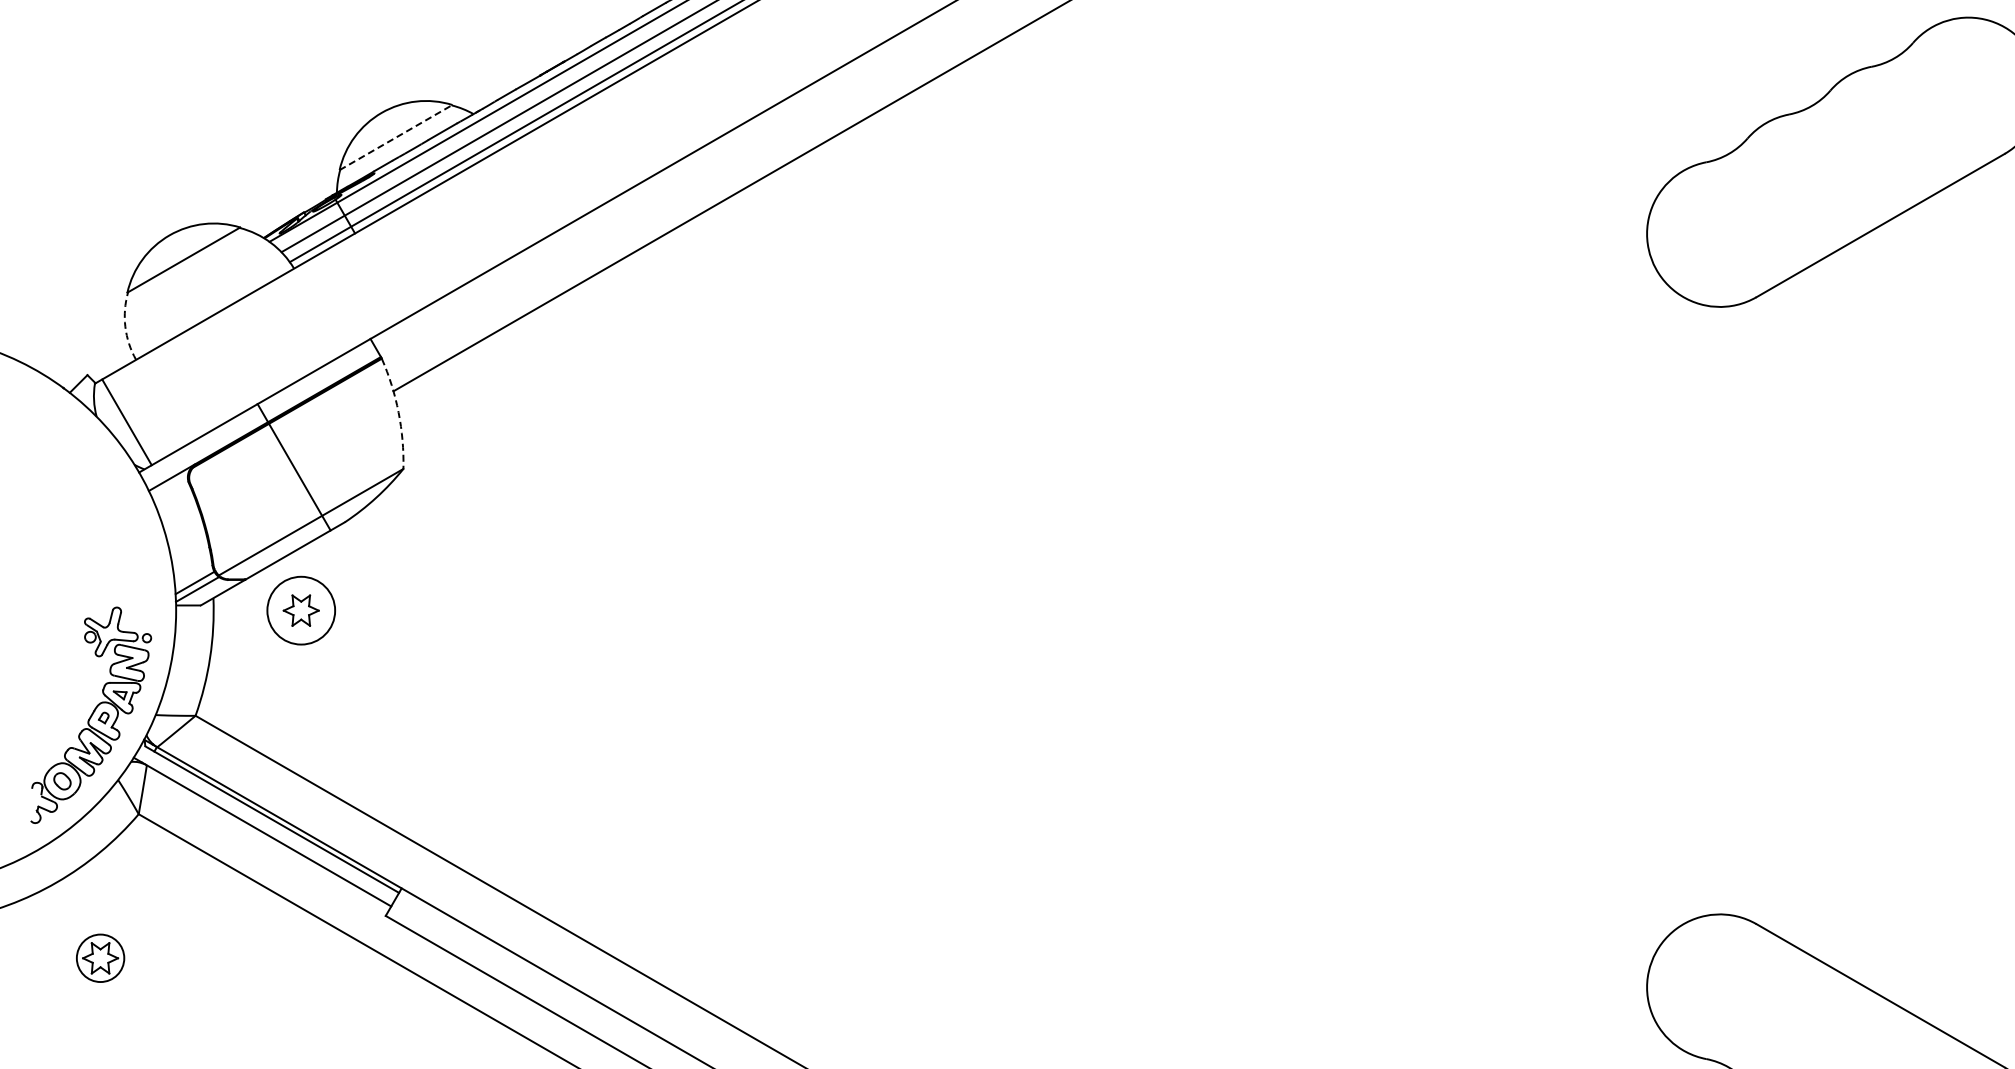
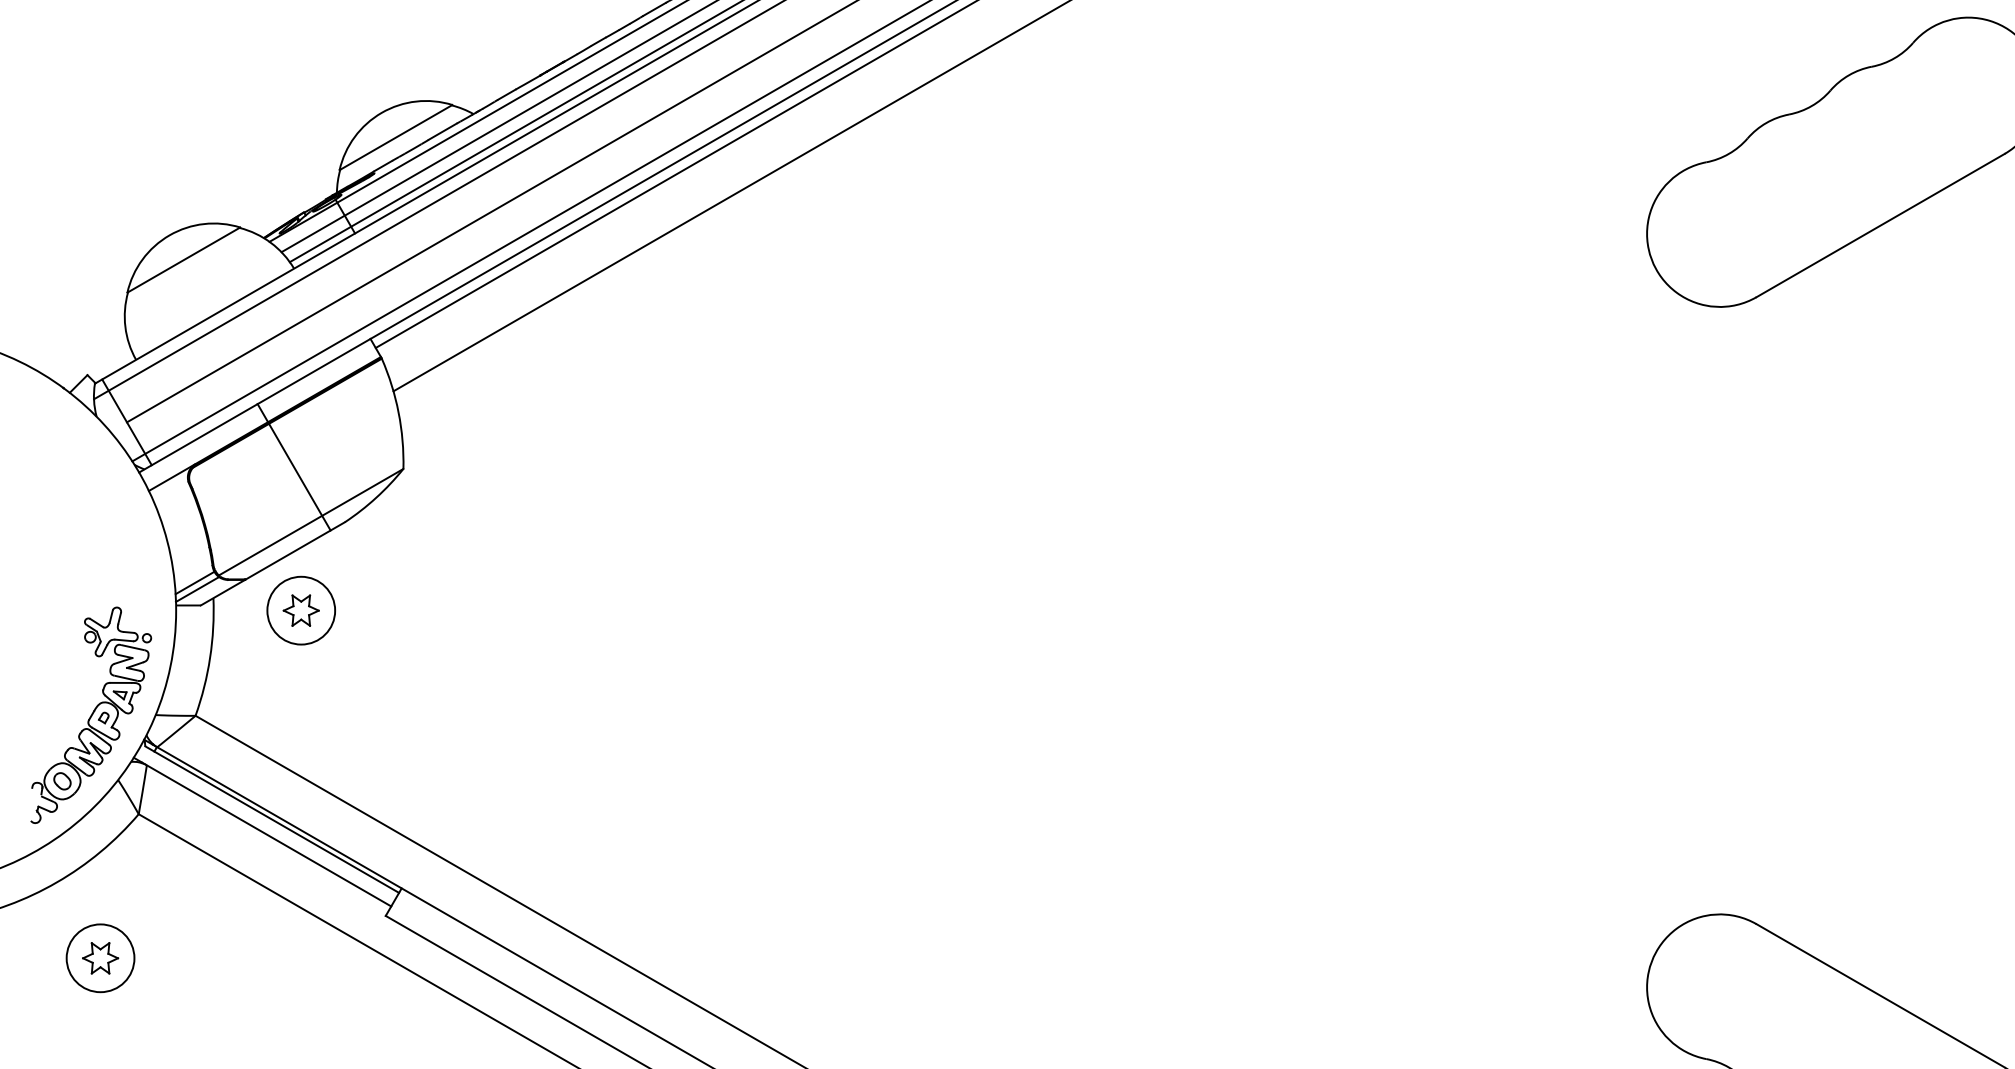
line at (396, 137): dashed -> solid
line at (674, 174): none -> present
line at (437, 200): none -> present
line at (490, 212): none -> present
line at (529, 231): none -> present
arc at (125, 326): dashed -> solid
arc at (398, 412): dashed -> solid
circle at (100, 958) diameter: 47 px -> 68 px
